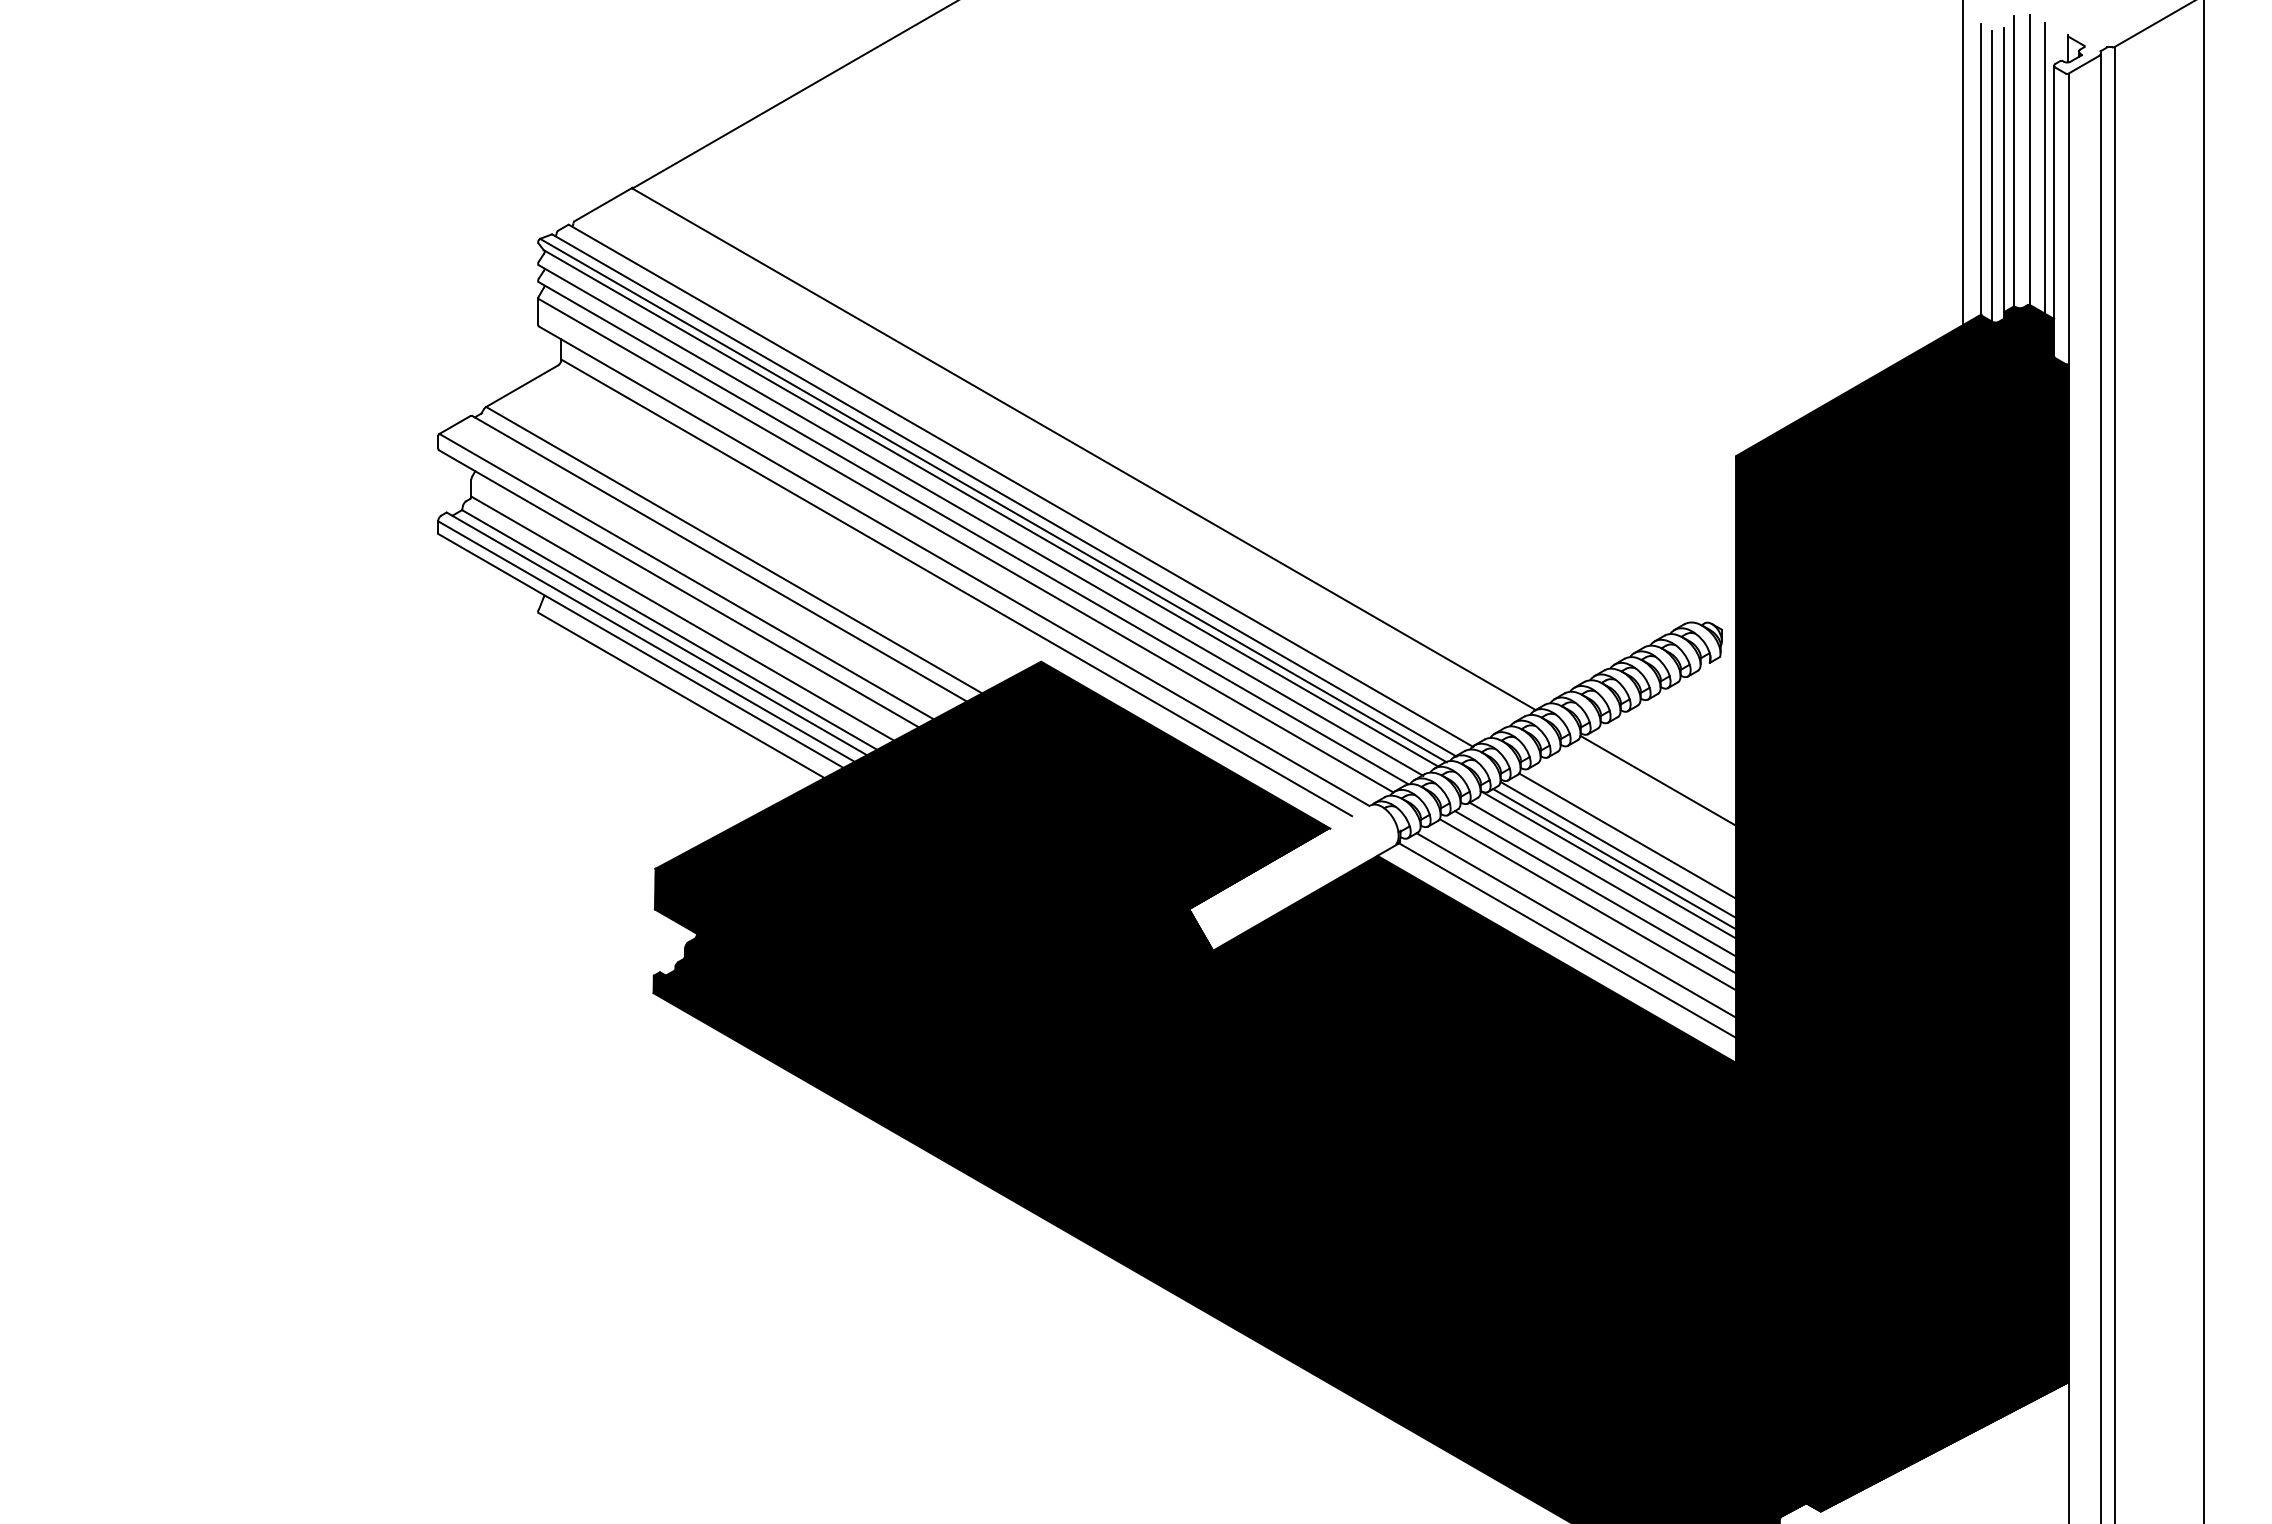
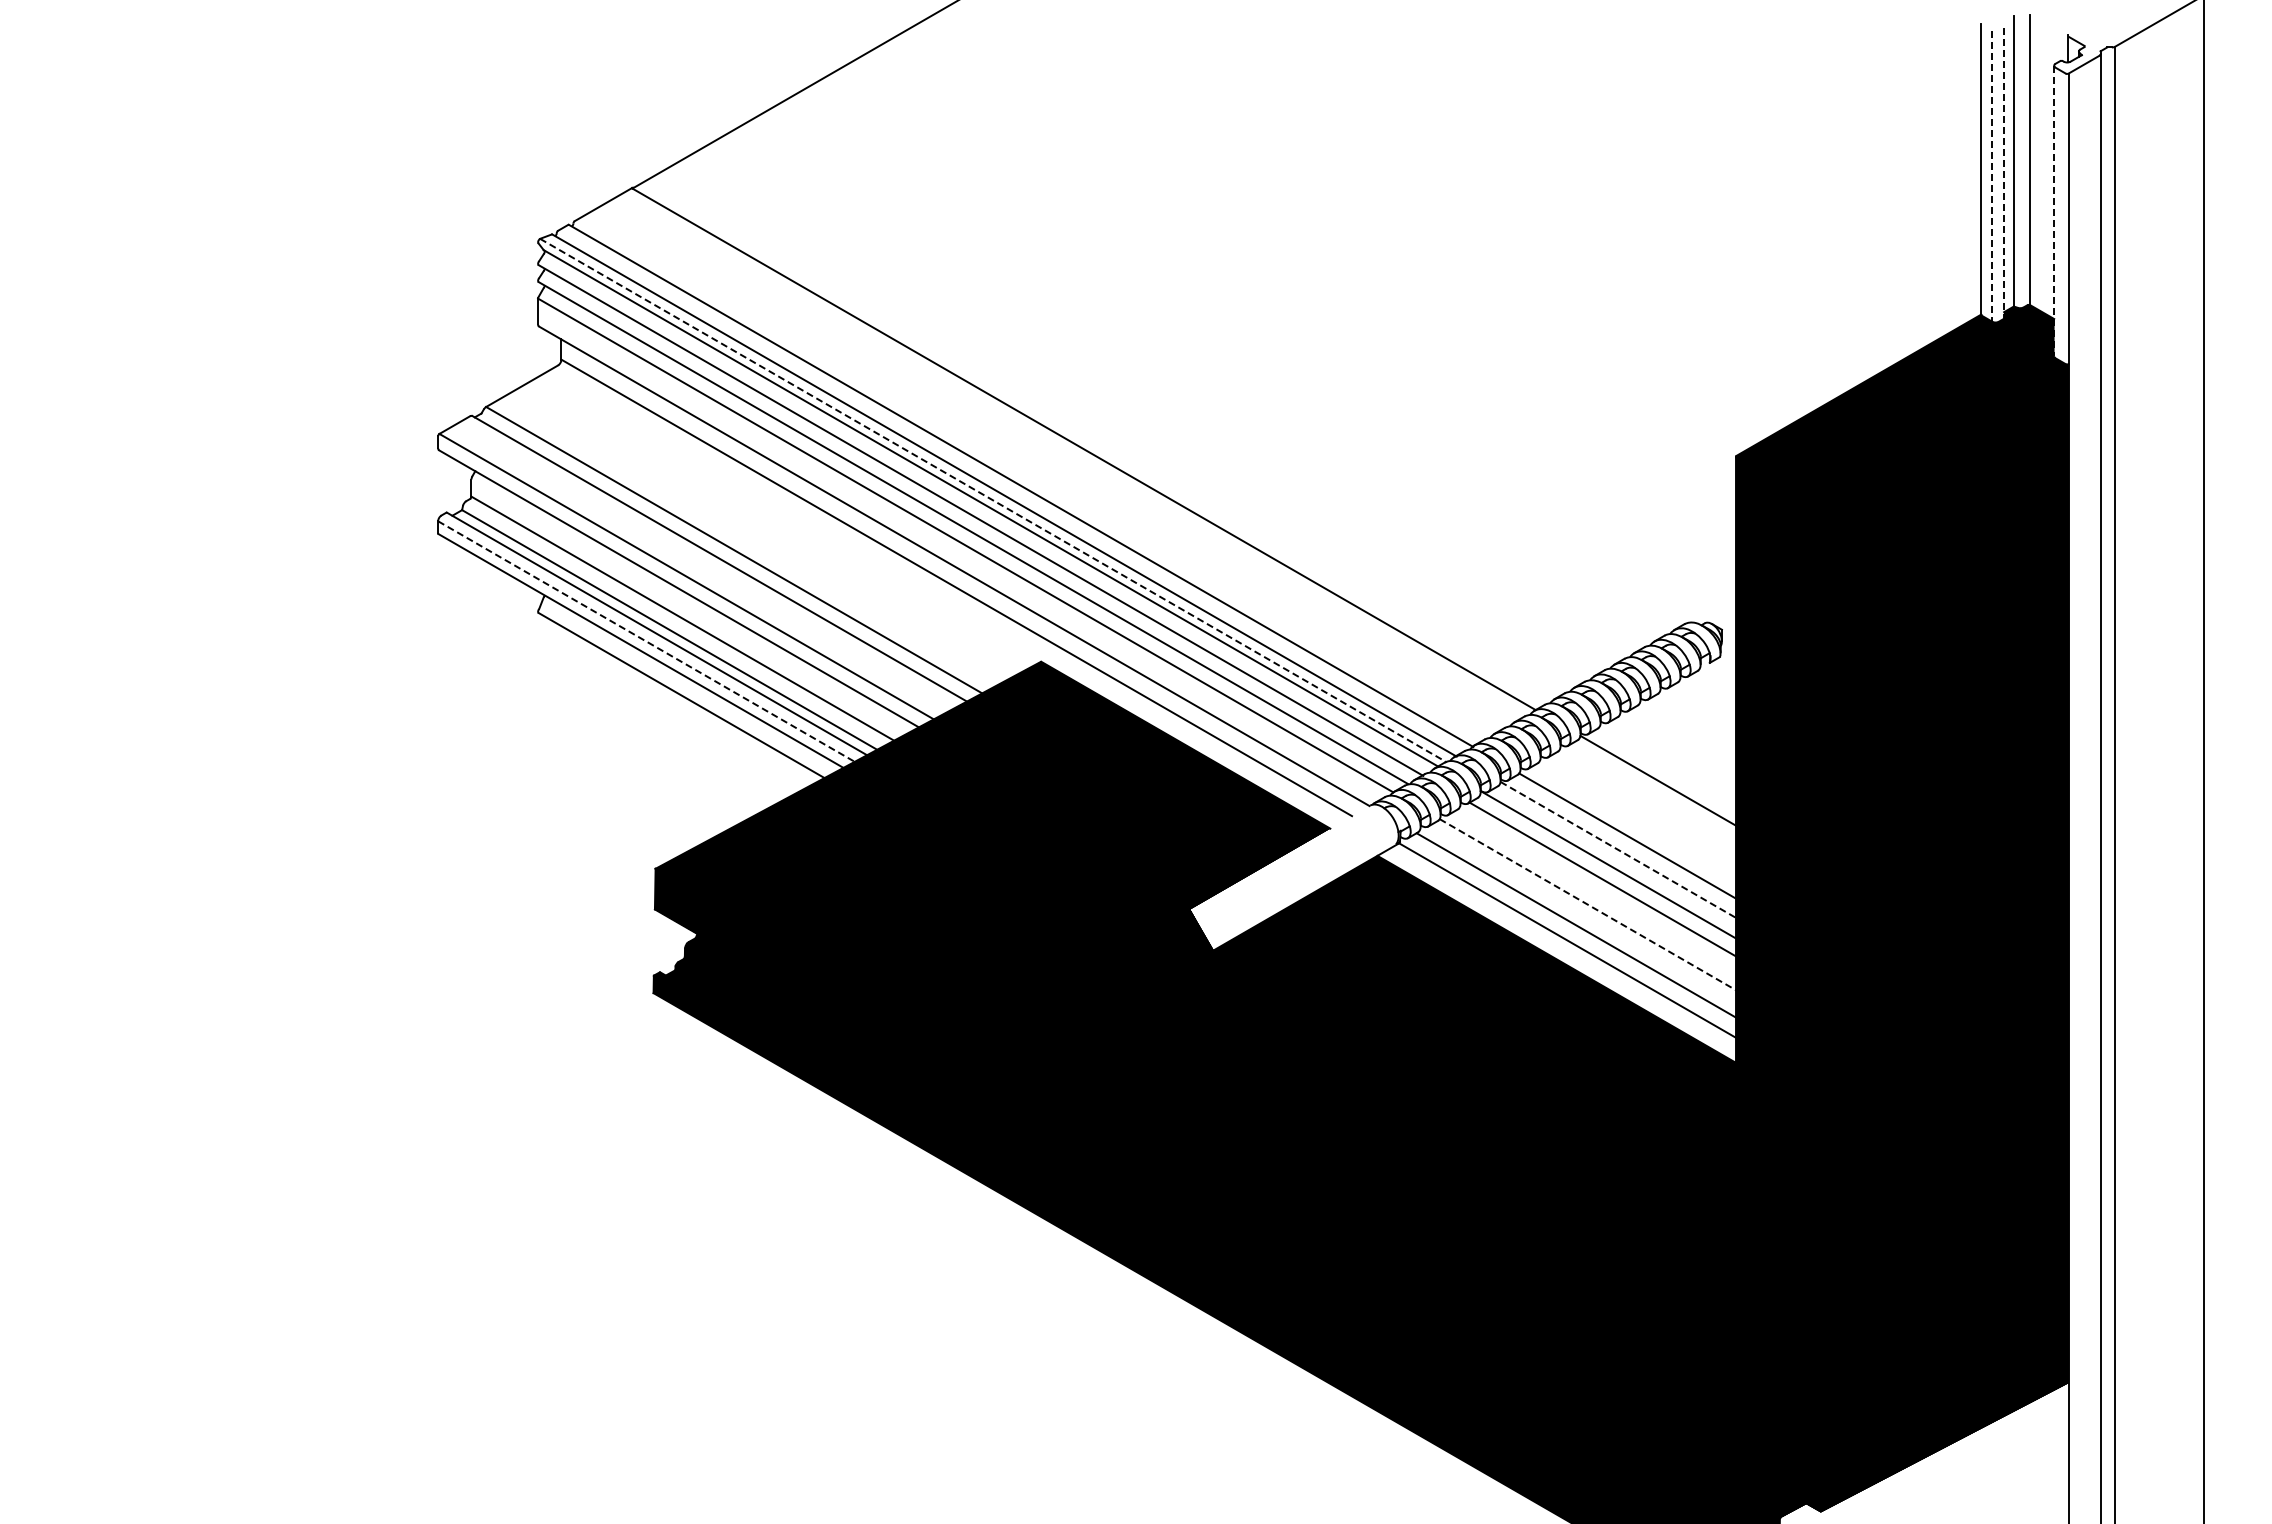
line at (1963, 163): present -> none
line at (2045, 168): present -> none
line at (2004, 173): solid -> dashed
line at (1992, 176): solid -> dashed
line at (2054, 211): solid -> dashed
line at (993, 500): solid -> dashed
line at (646, 641): solid -> dashed
line at (1618, 849): solid -> dashed
line at (1614, 859): present -> none
line at (1595, 892): present -> none
line at (1588, 904): solid -> dashed
